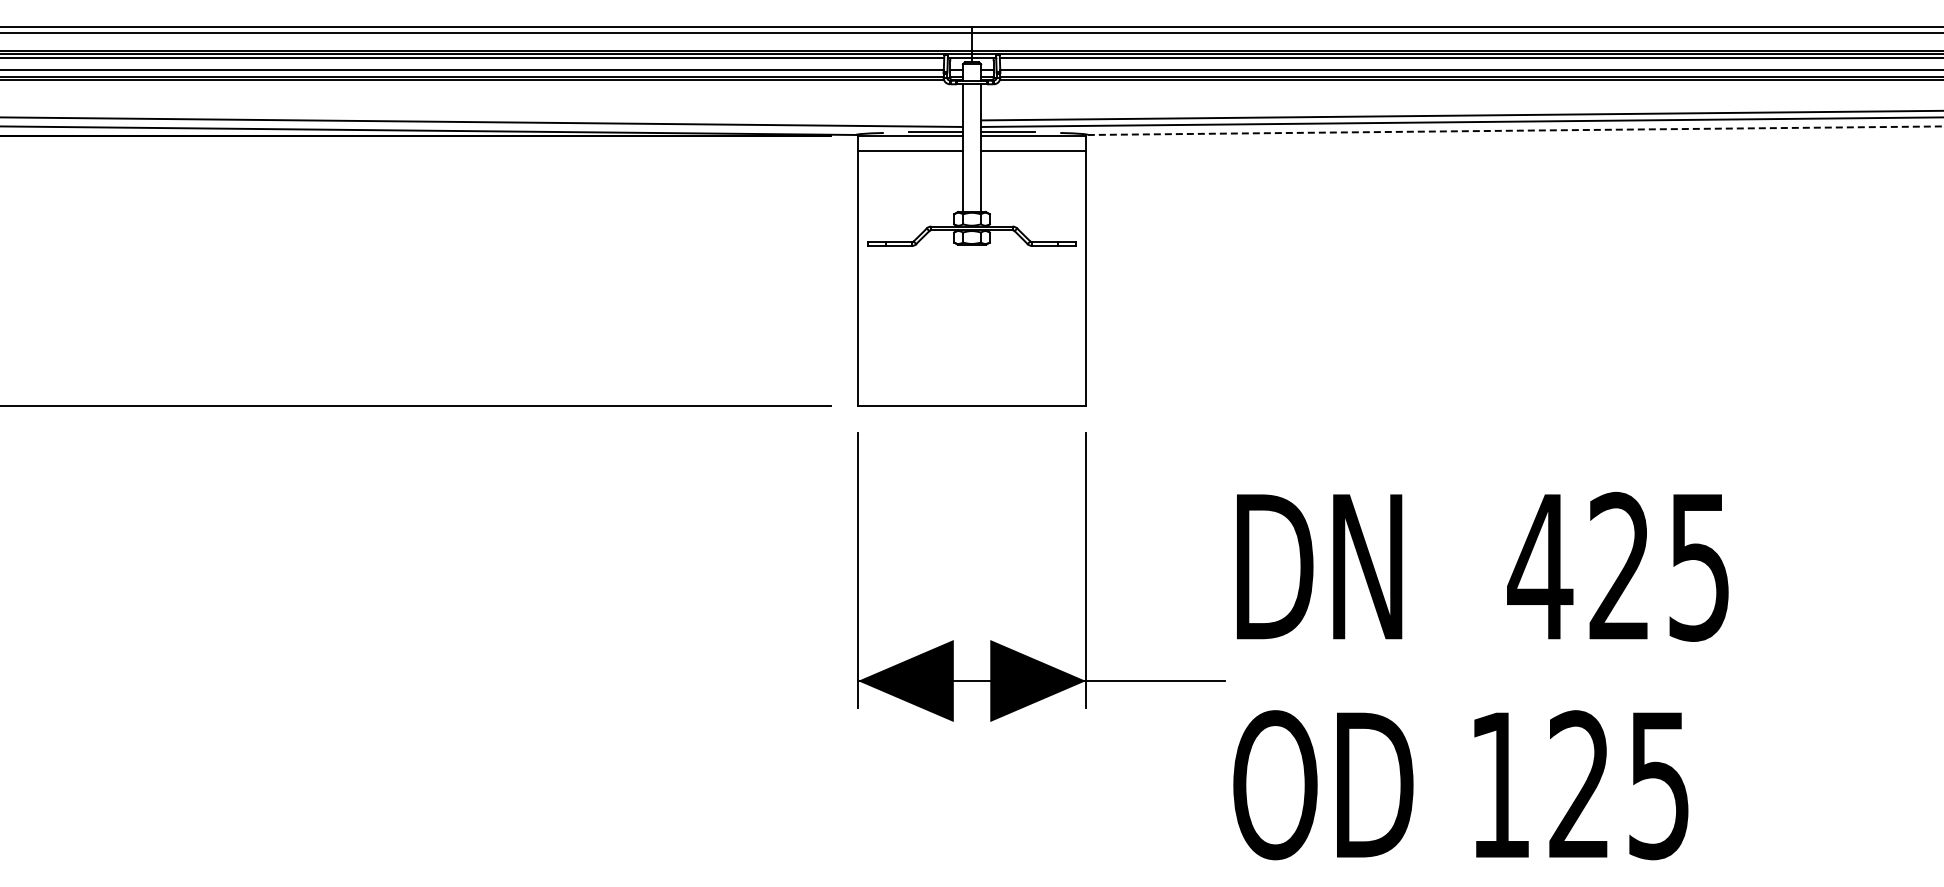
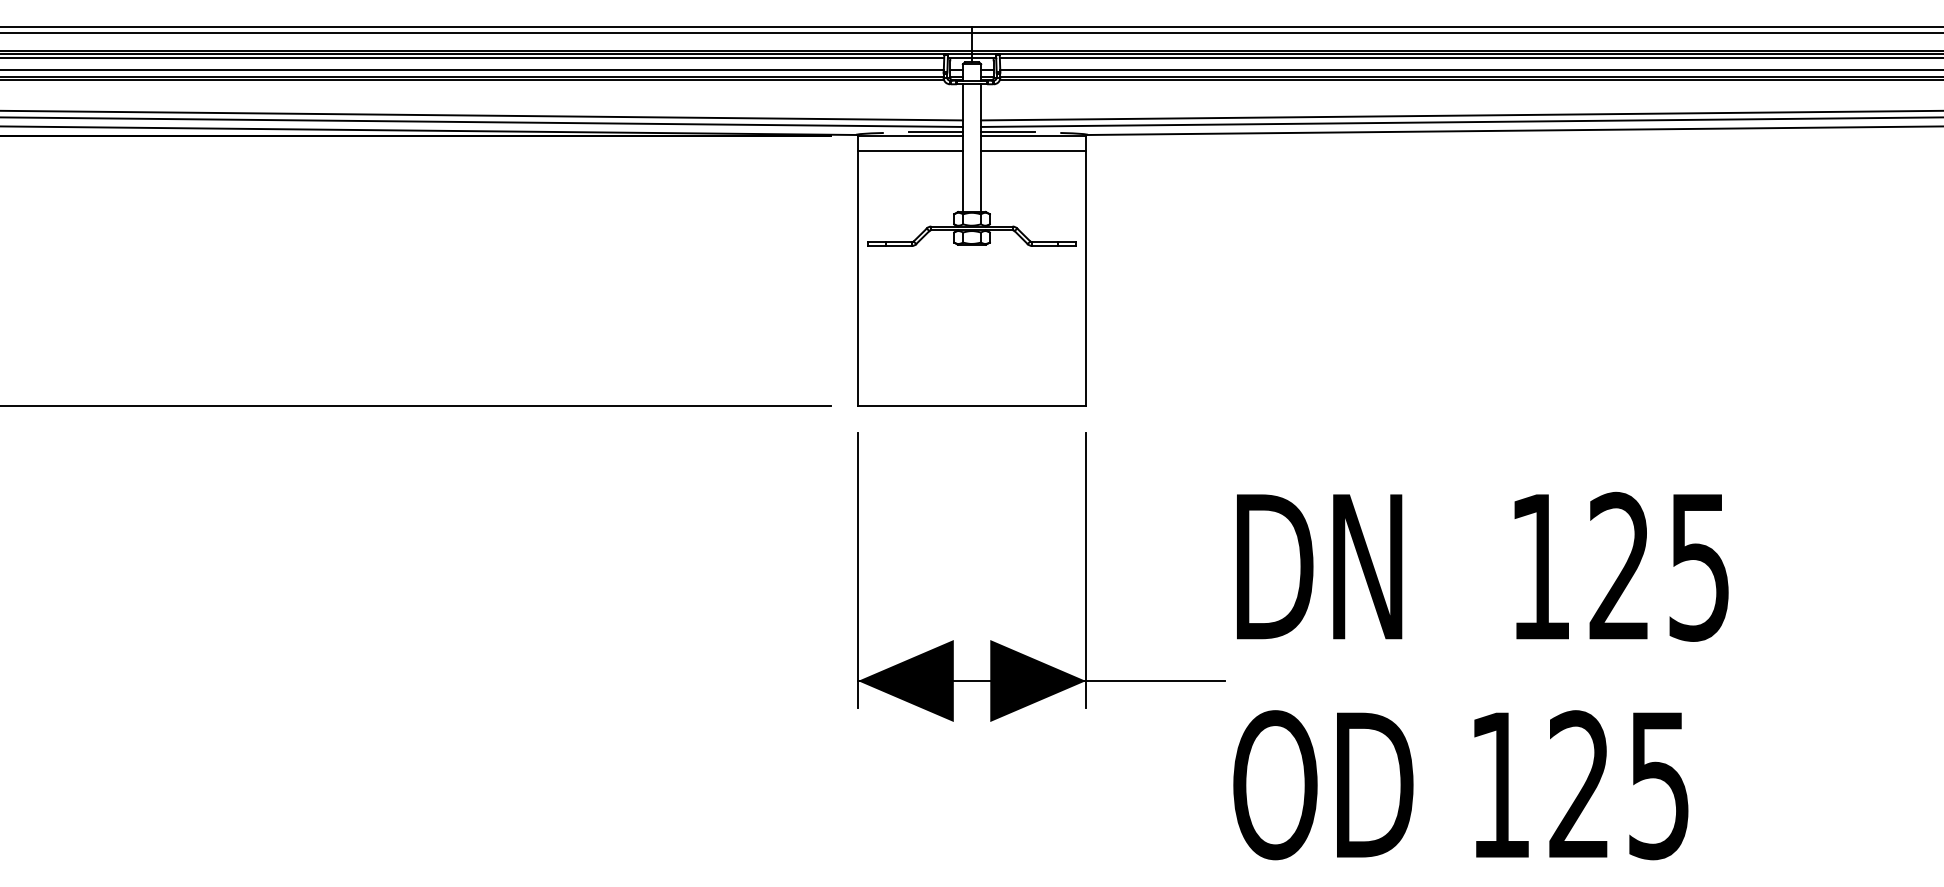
line at (482, 115): none -> present
line at (1515, 130): dashed -> solid
text at (1540, 566): 425 -> 125
